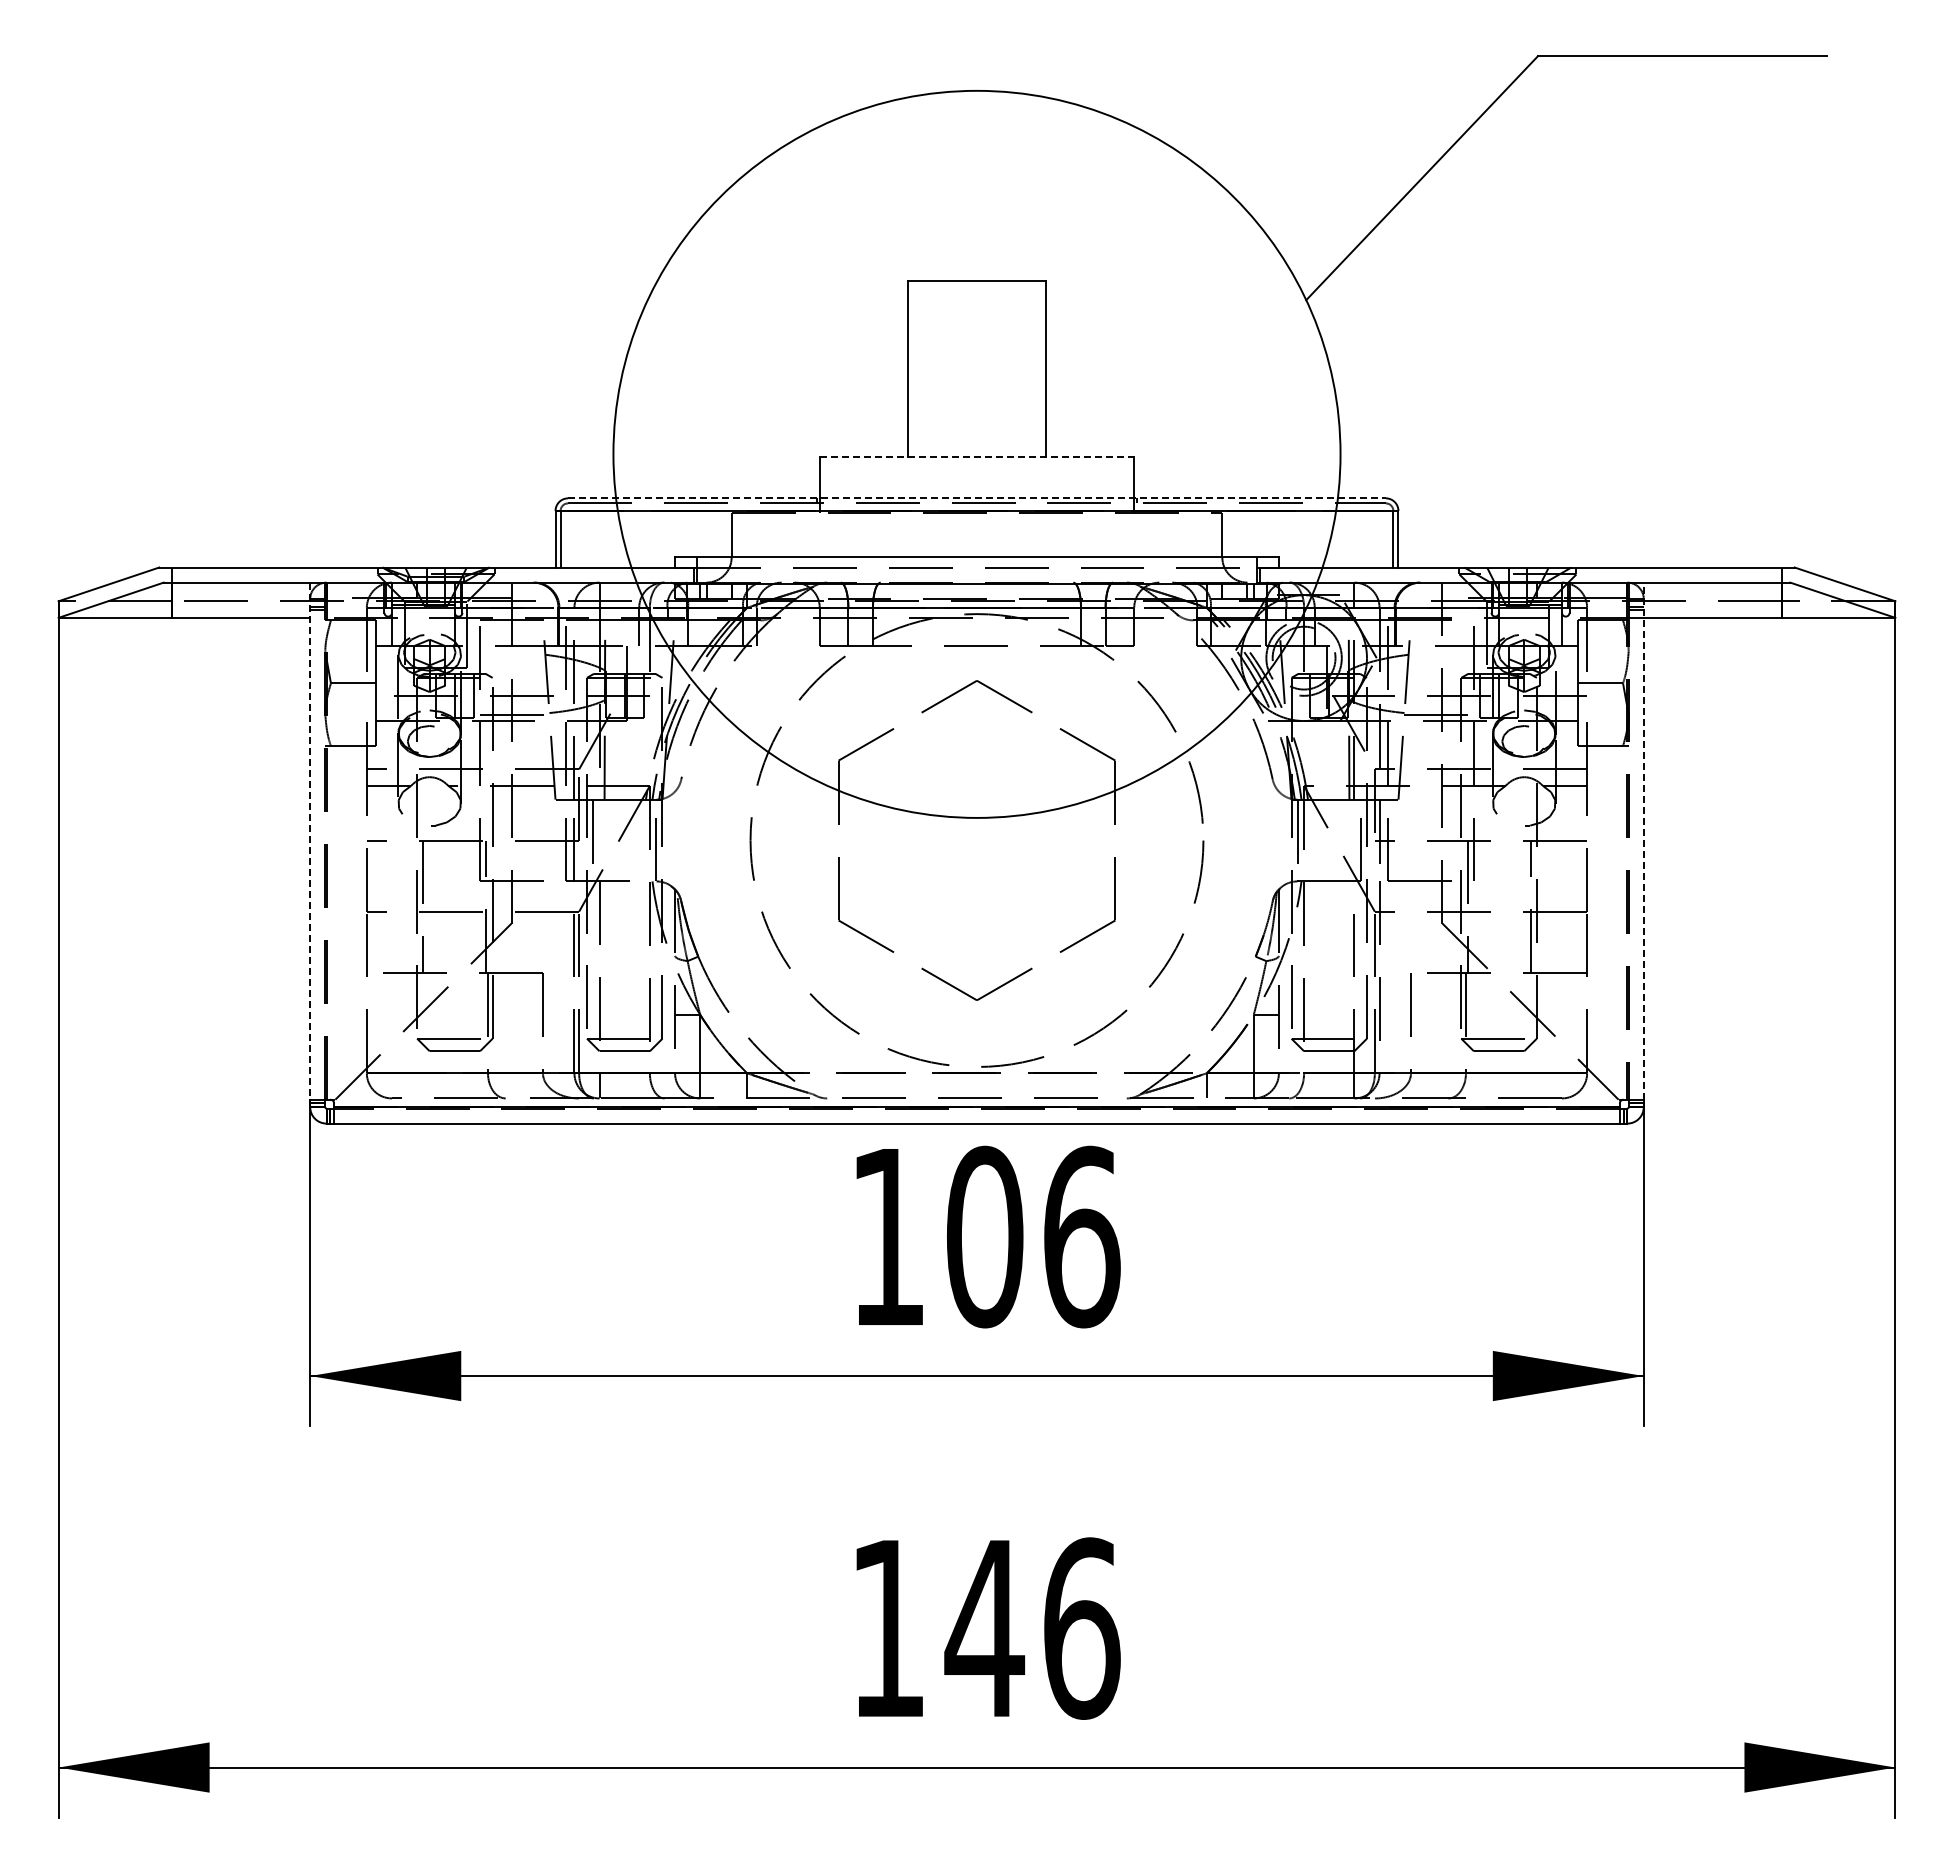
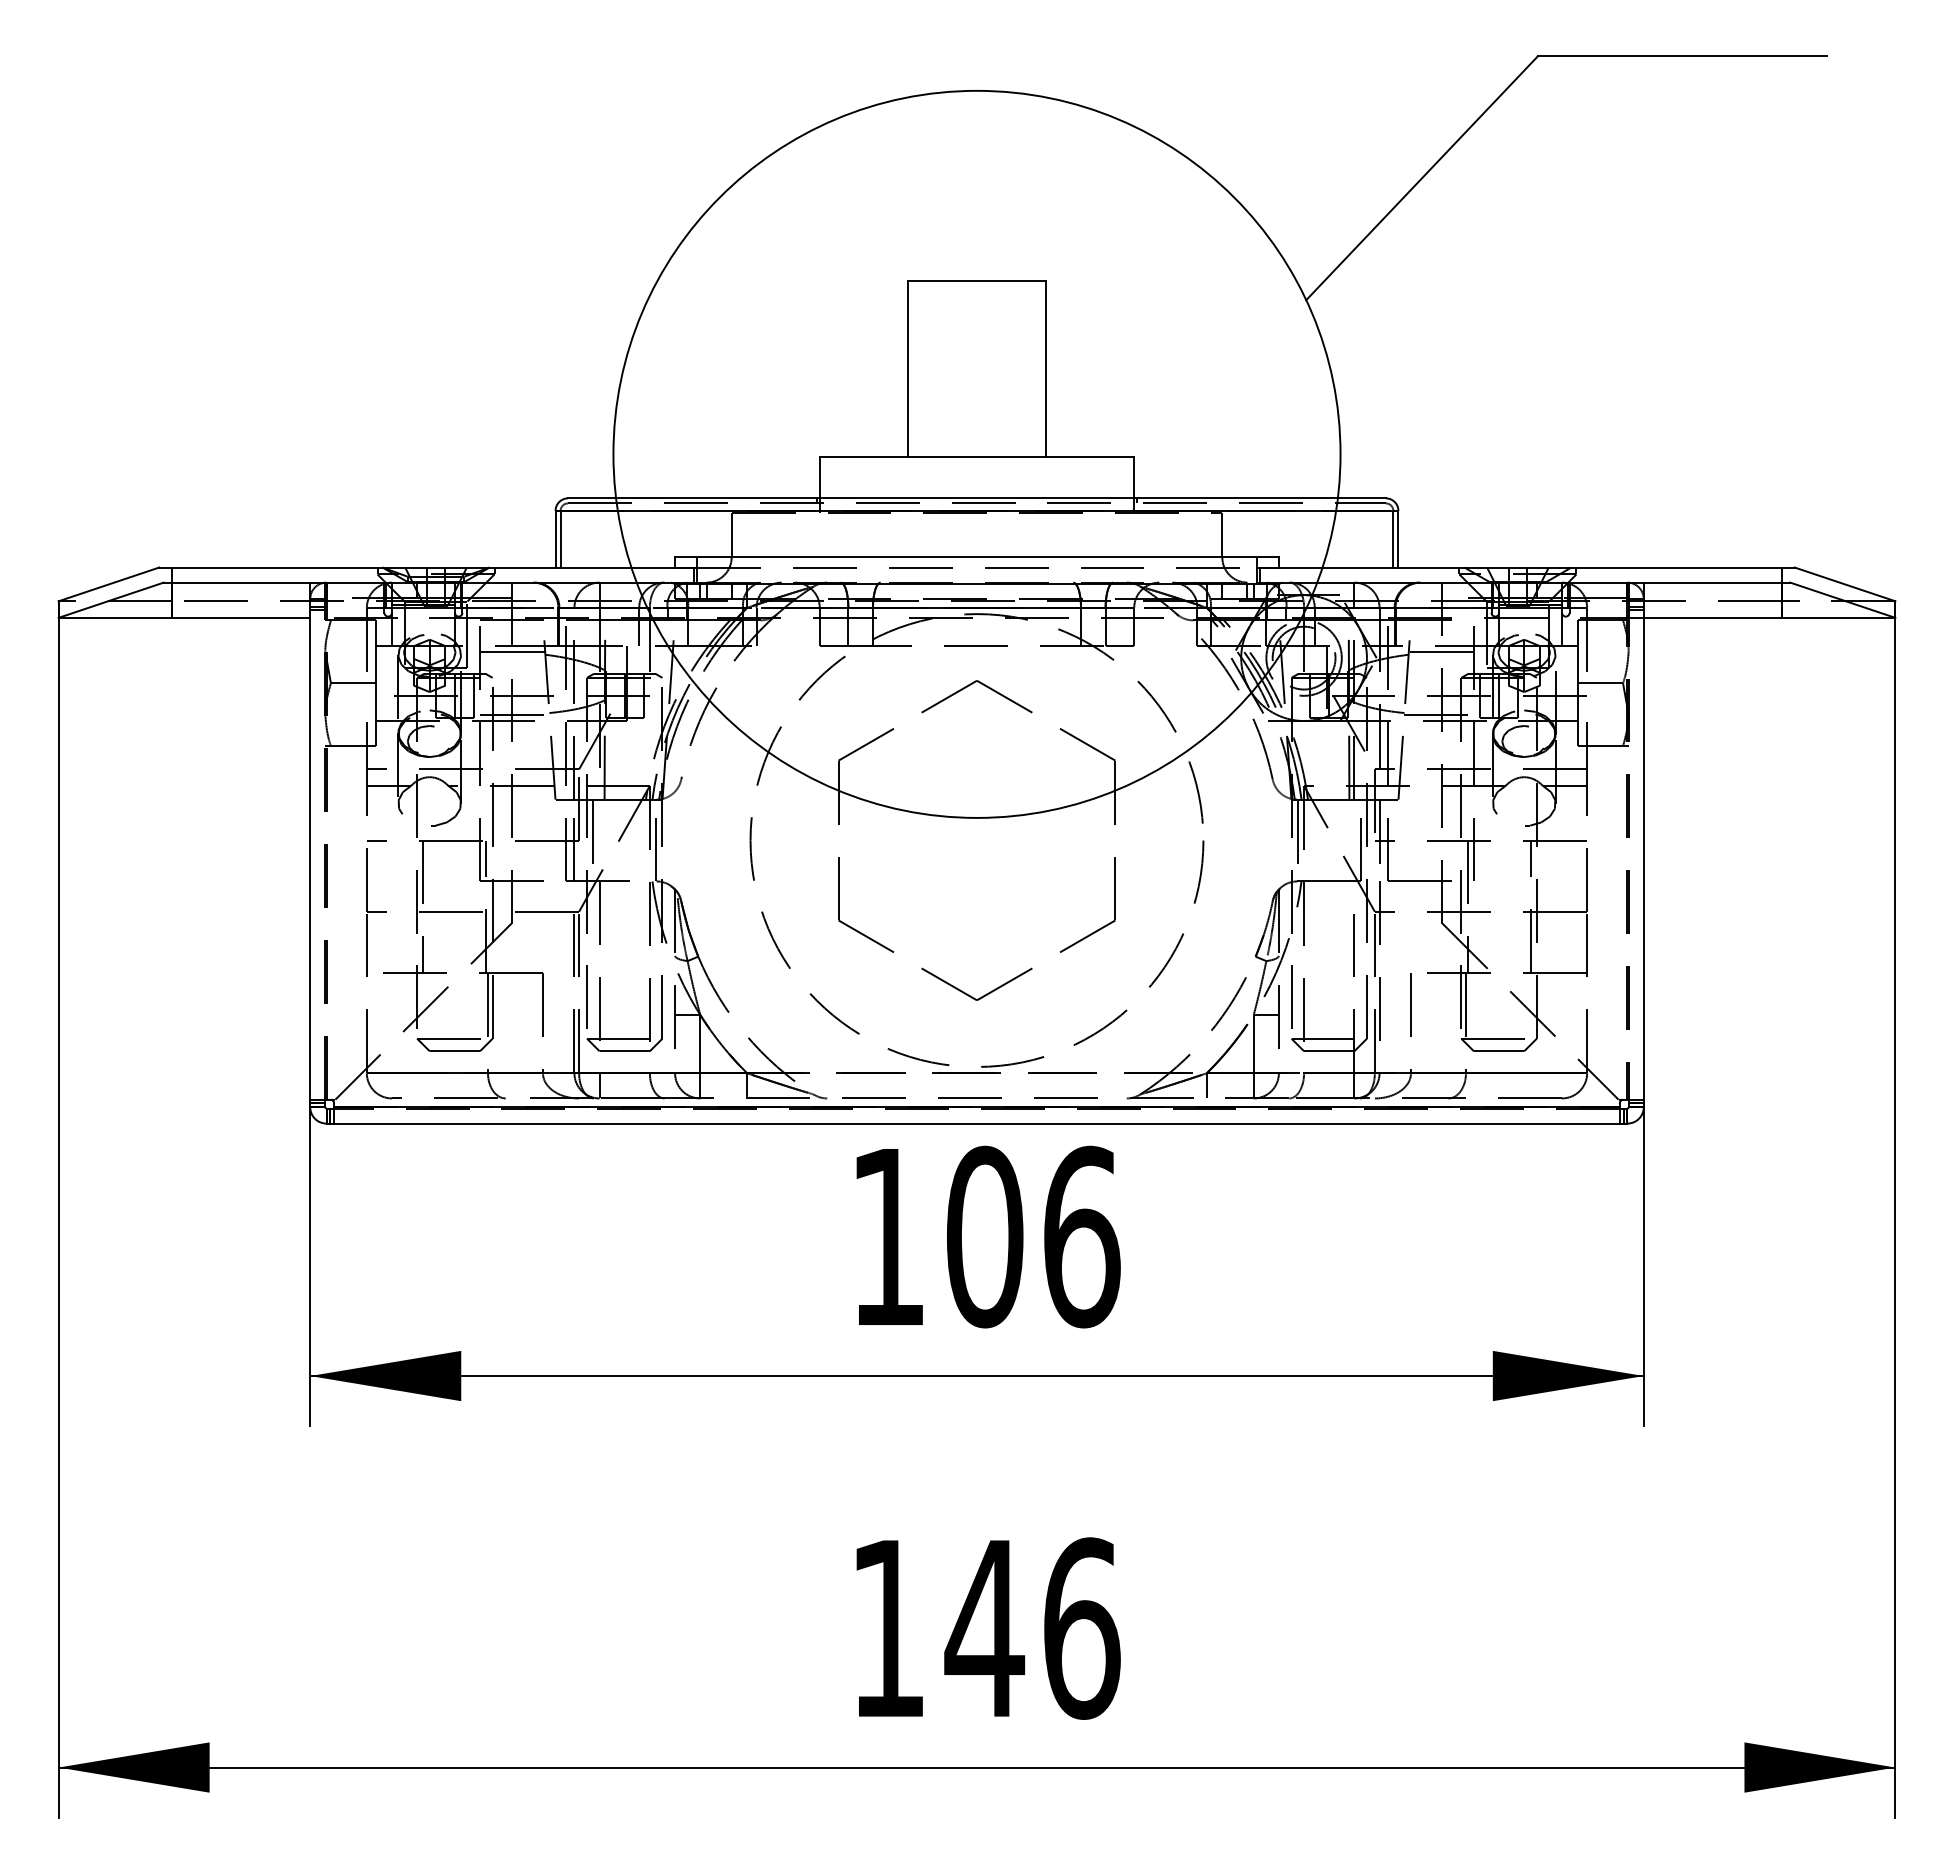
line at (977, 456): dashed -> solid
line at (977, 498): dashed -> solid
line at (512, 651): none -> present
line at (1440, 651): none -> present
line at (310, 841): dashed -> solid
line at (1643, 841): dashed -> solid
